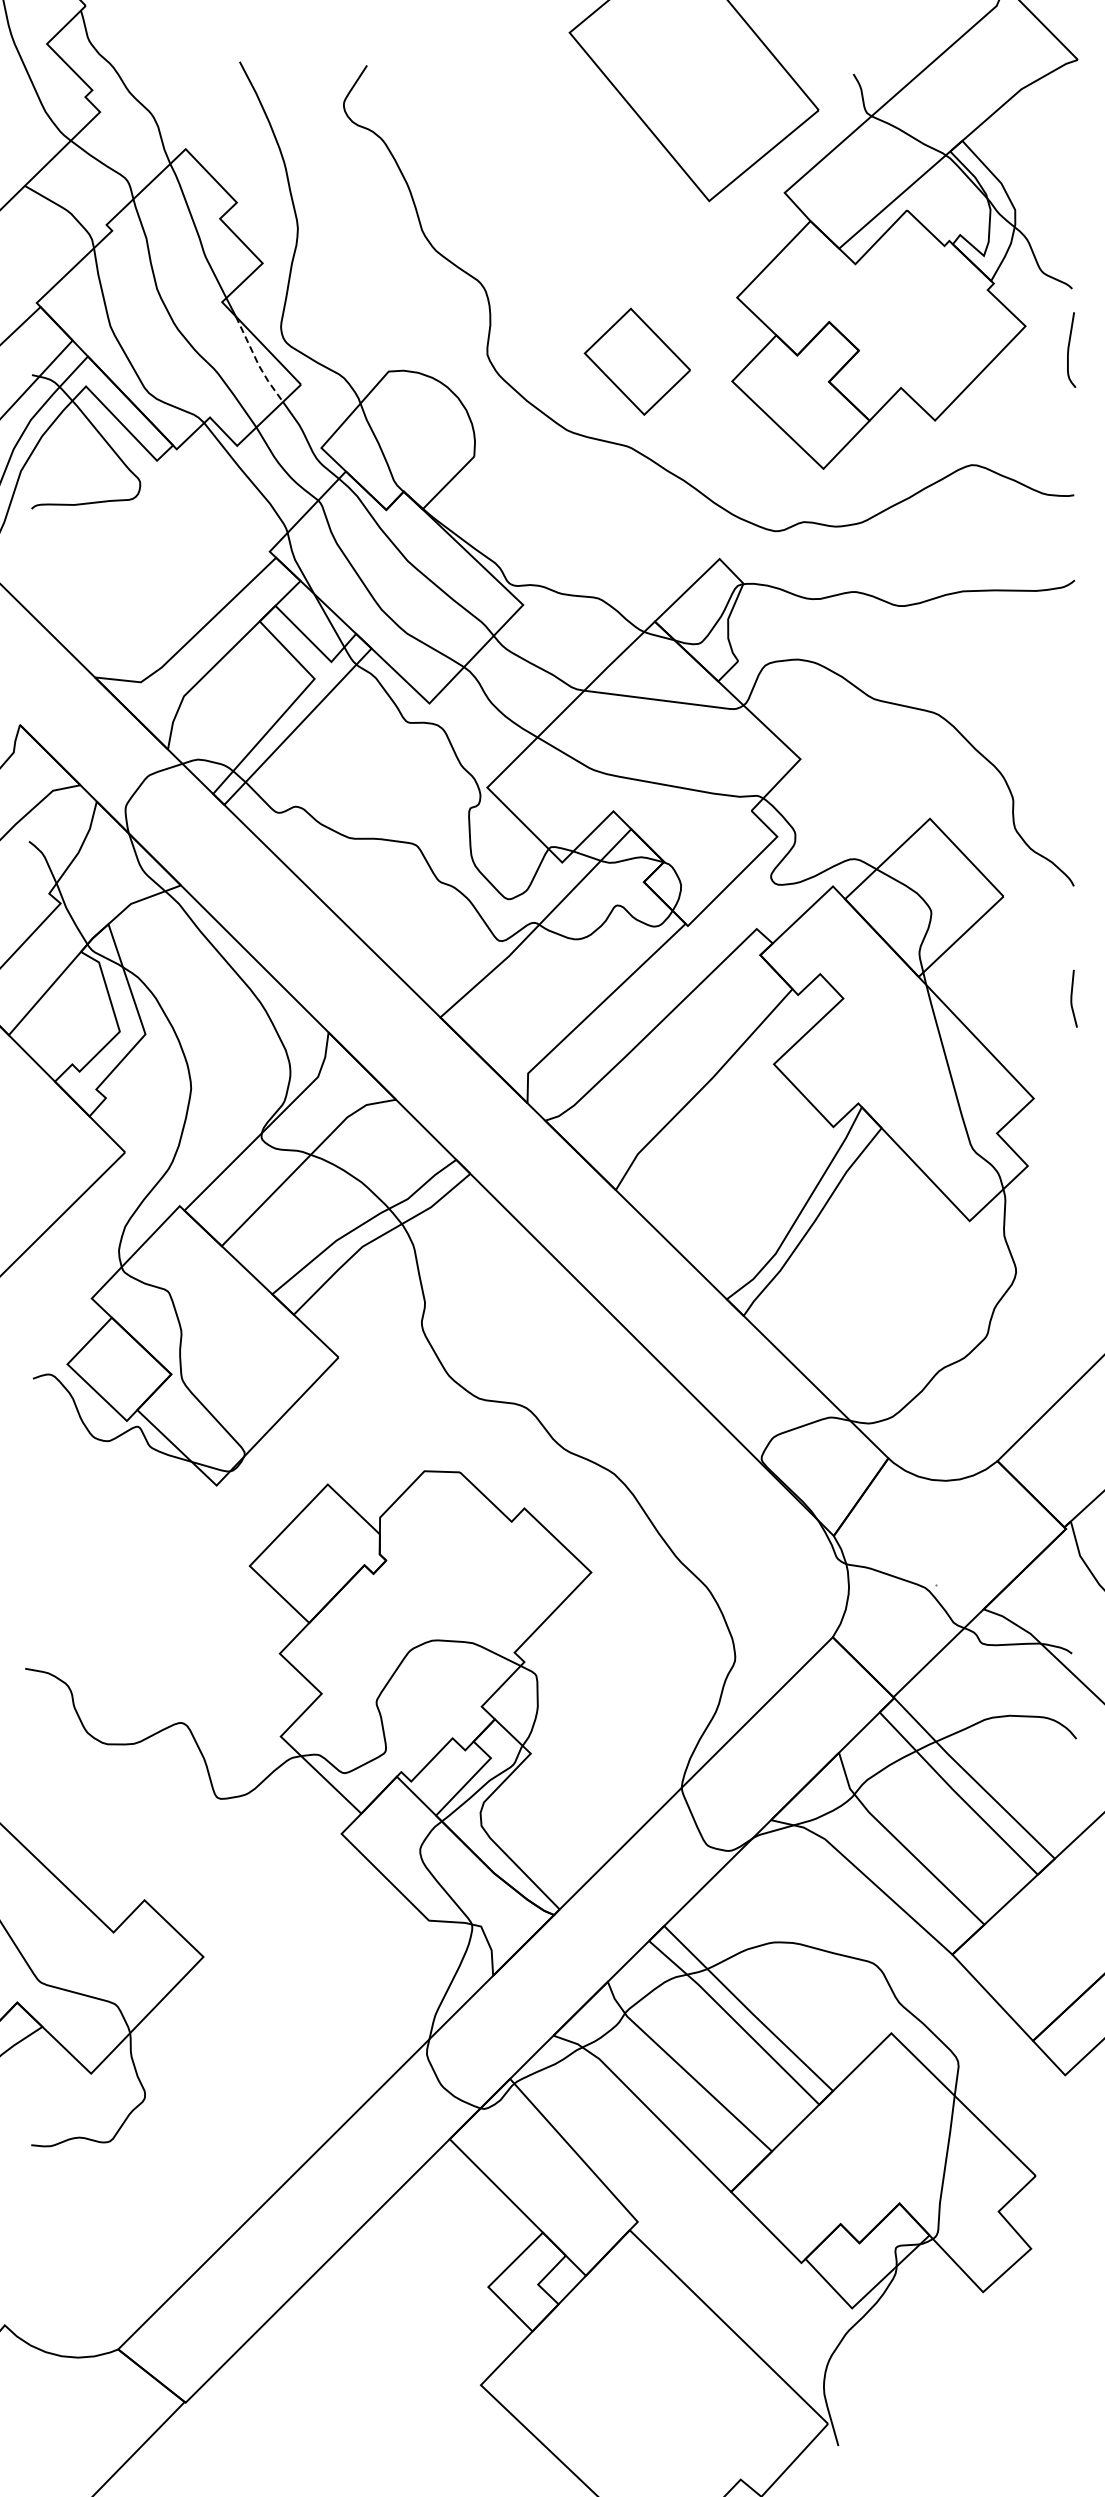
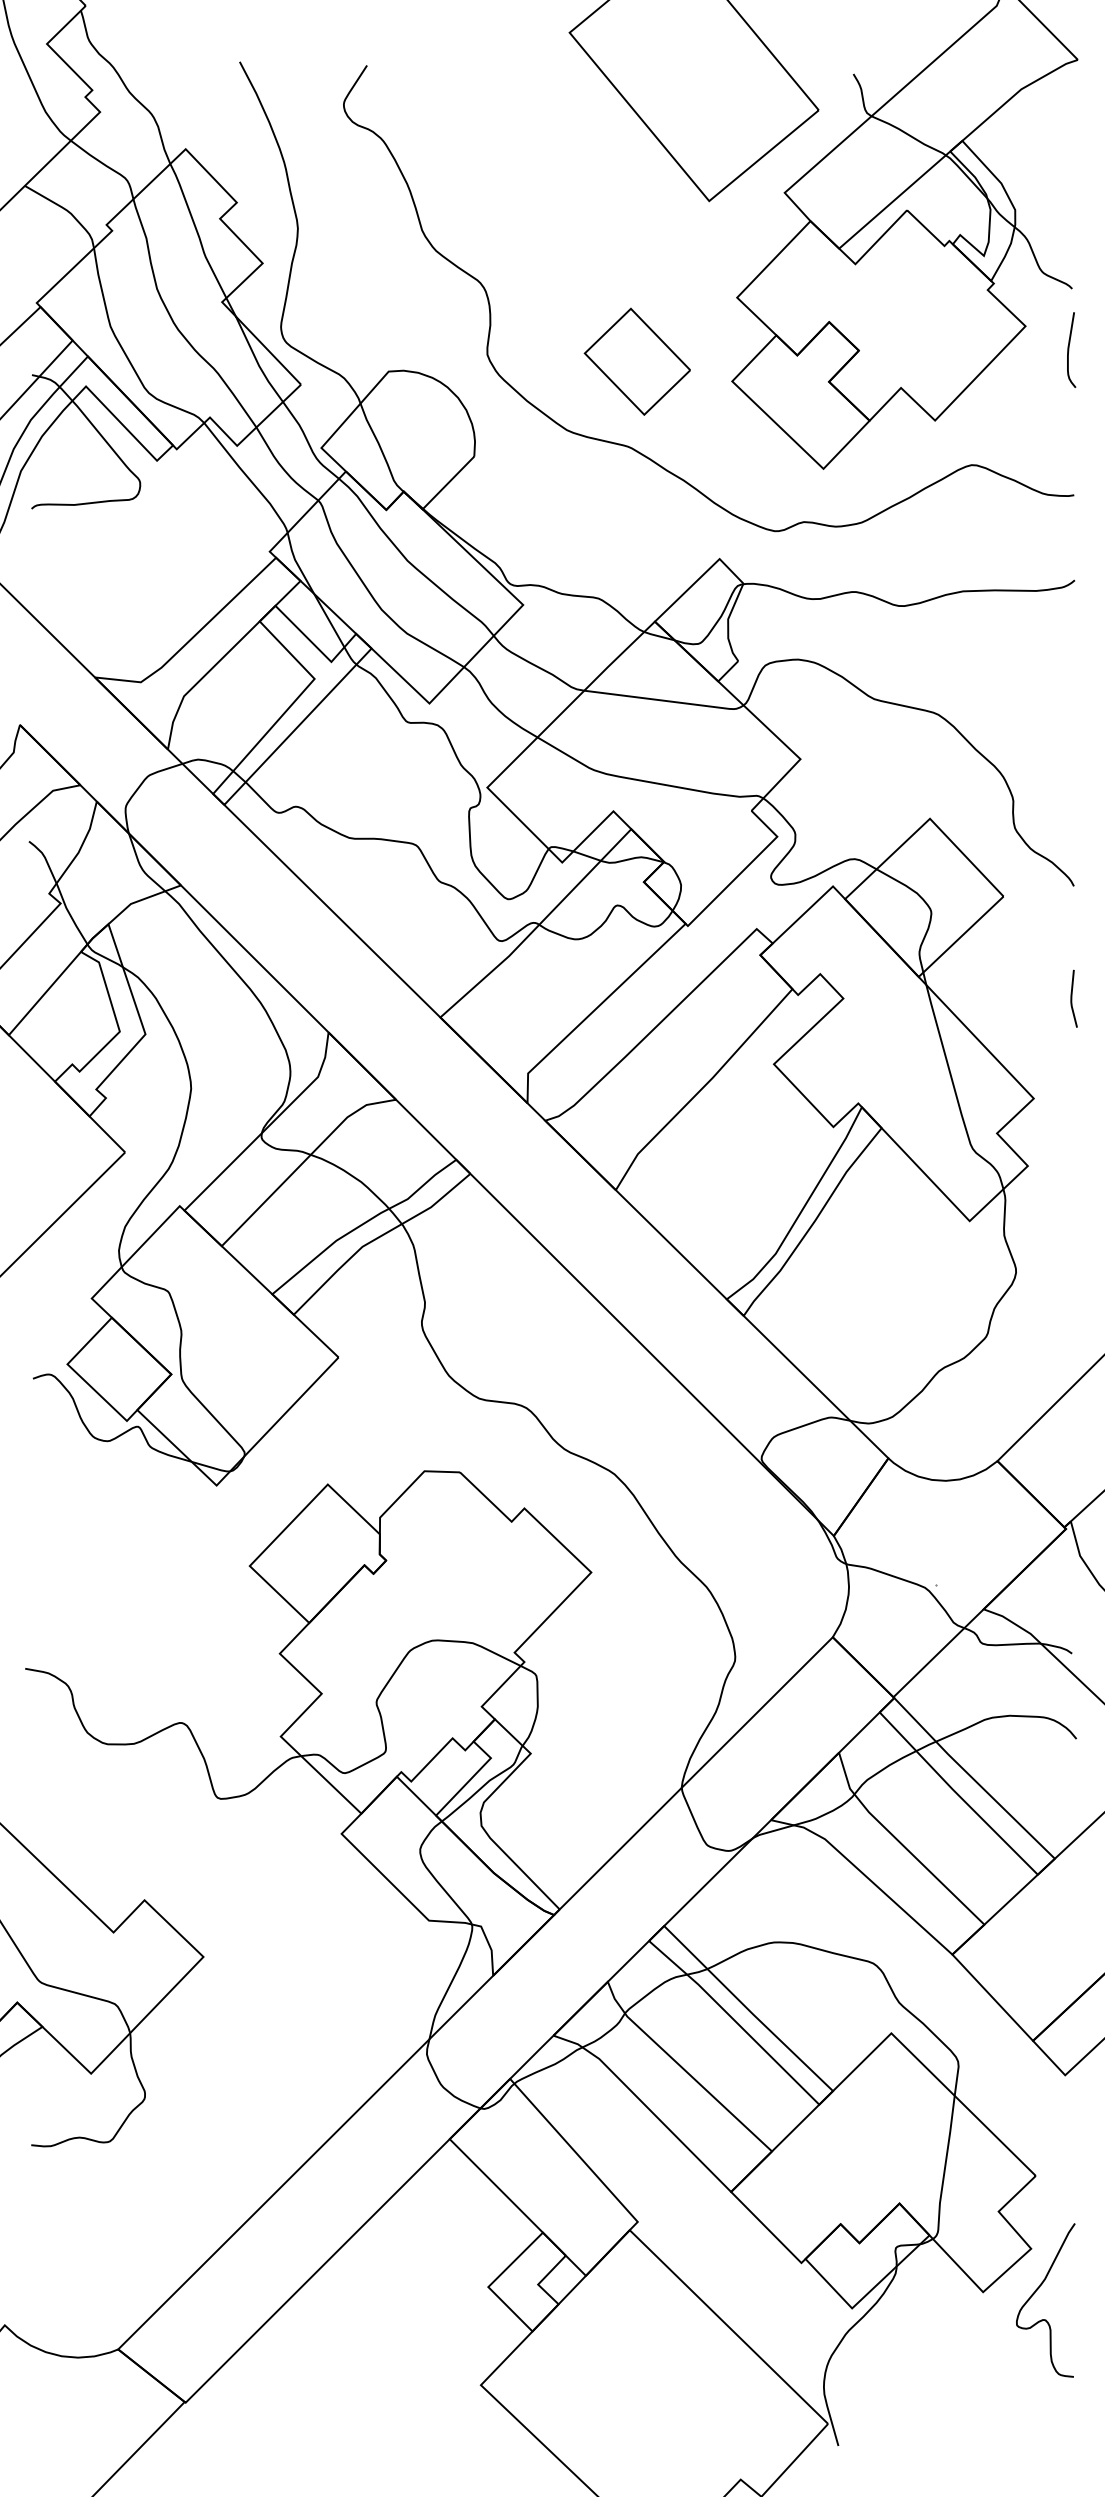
line at (257, 362): dashed -> solid
curve at (1034, 2294): none -> present
